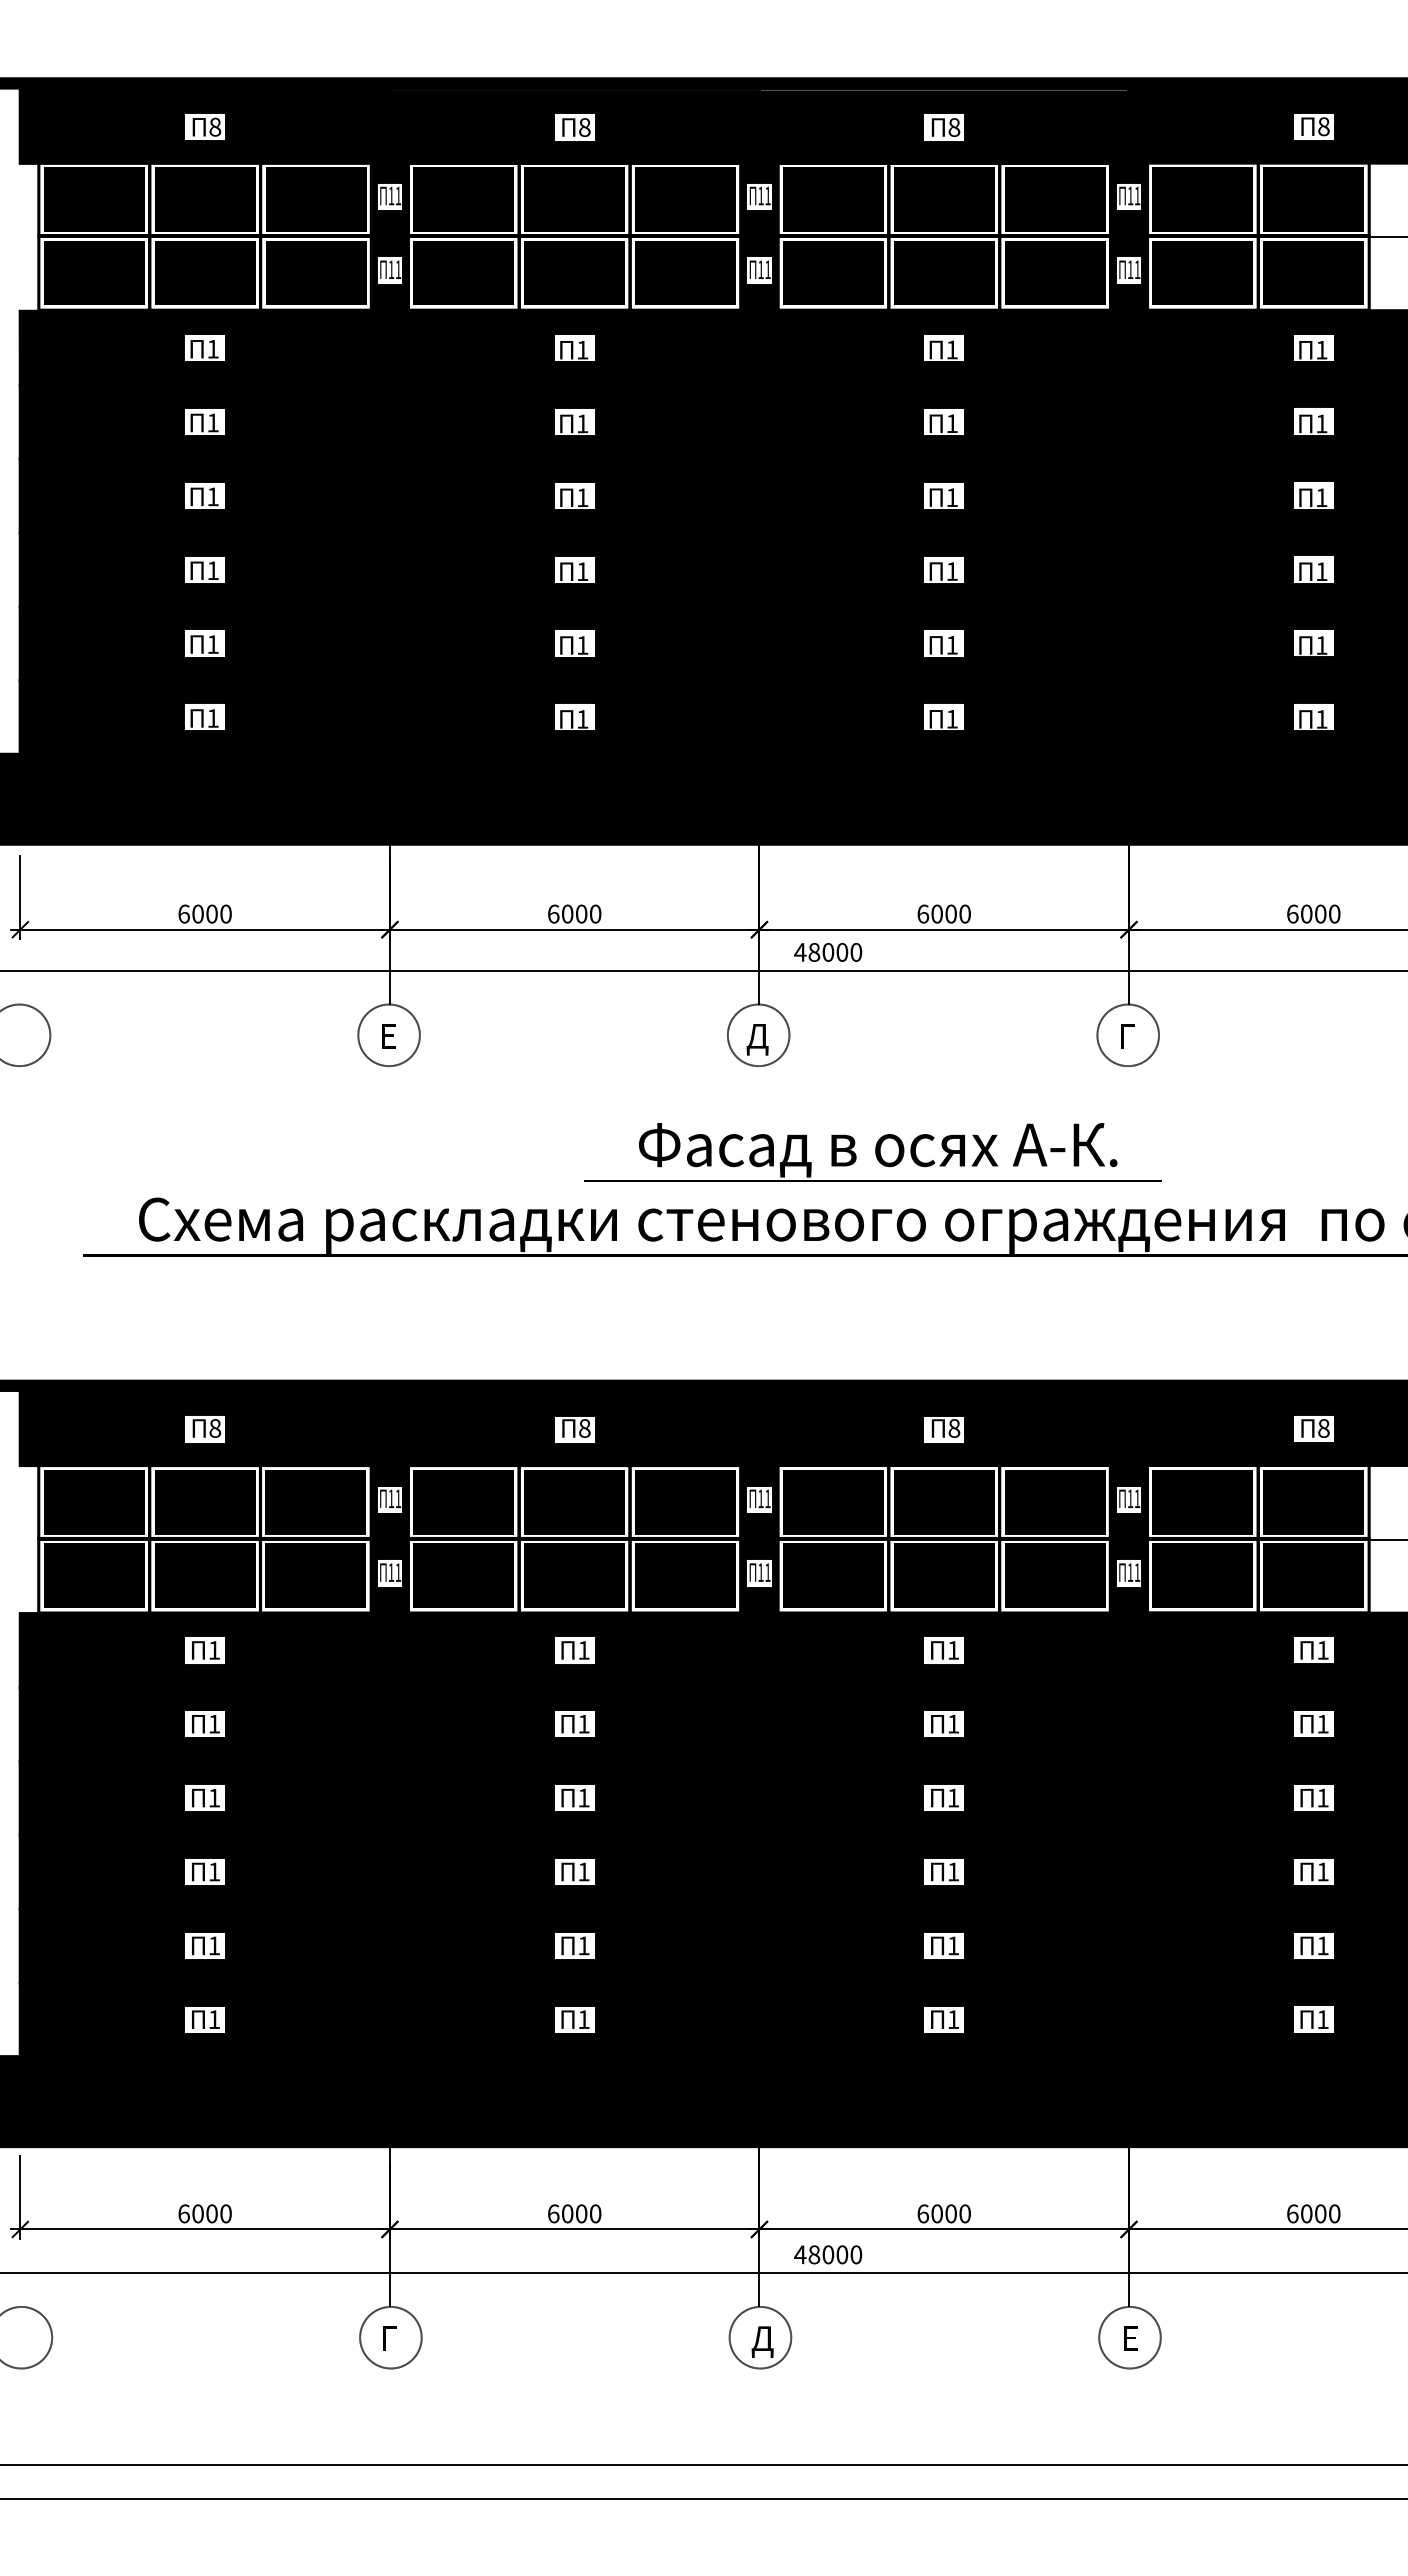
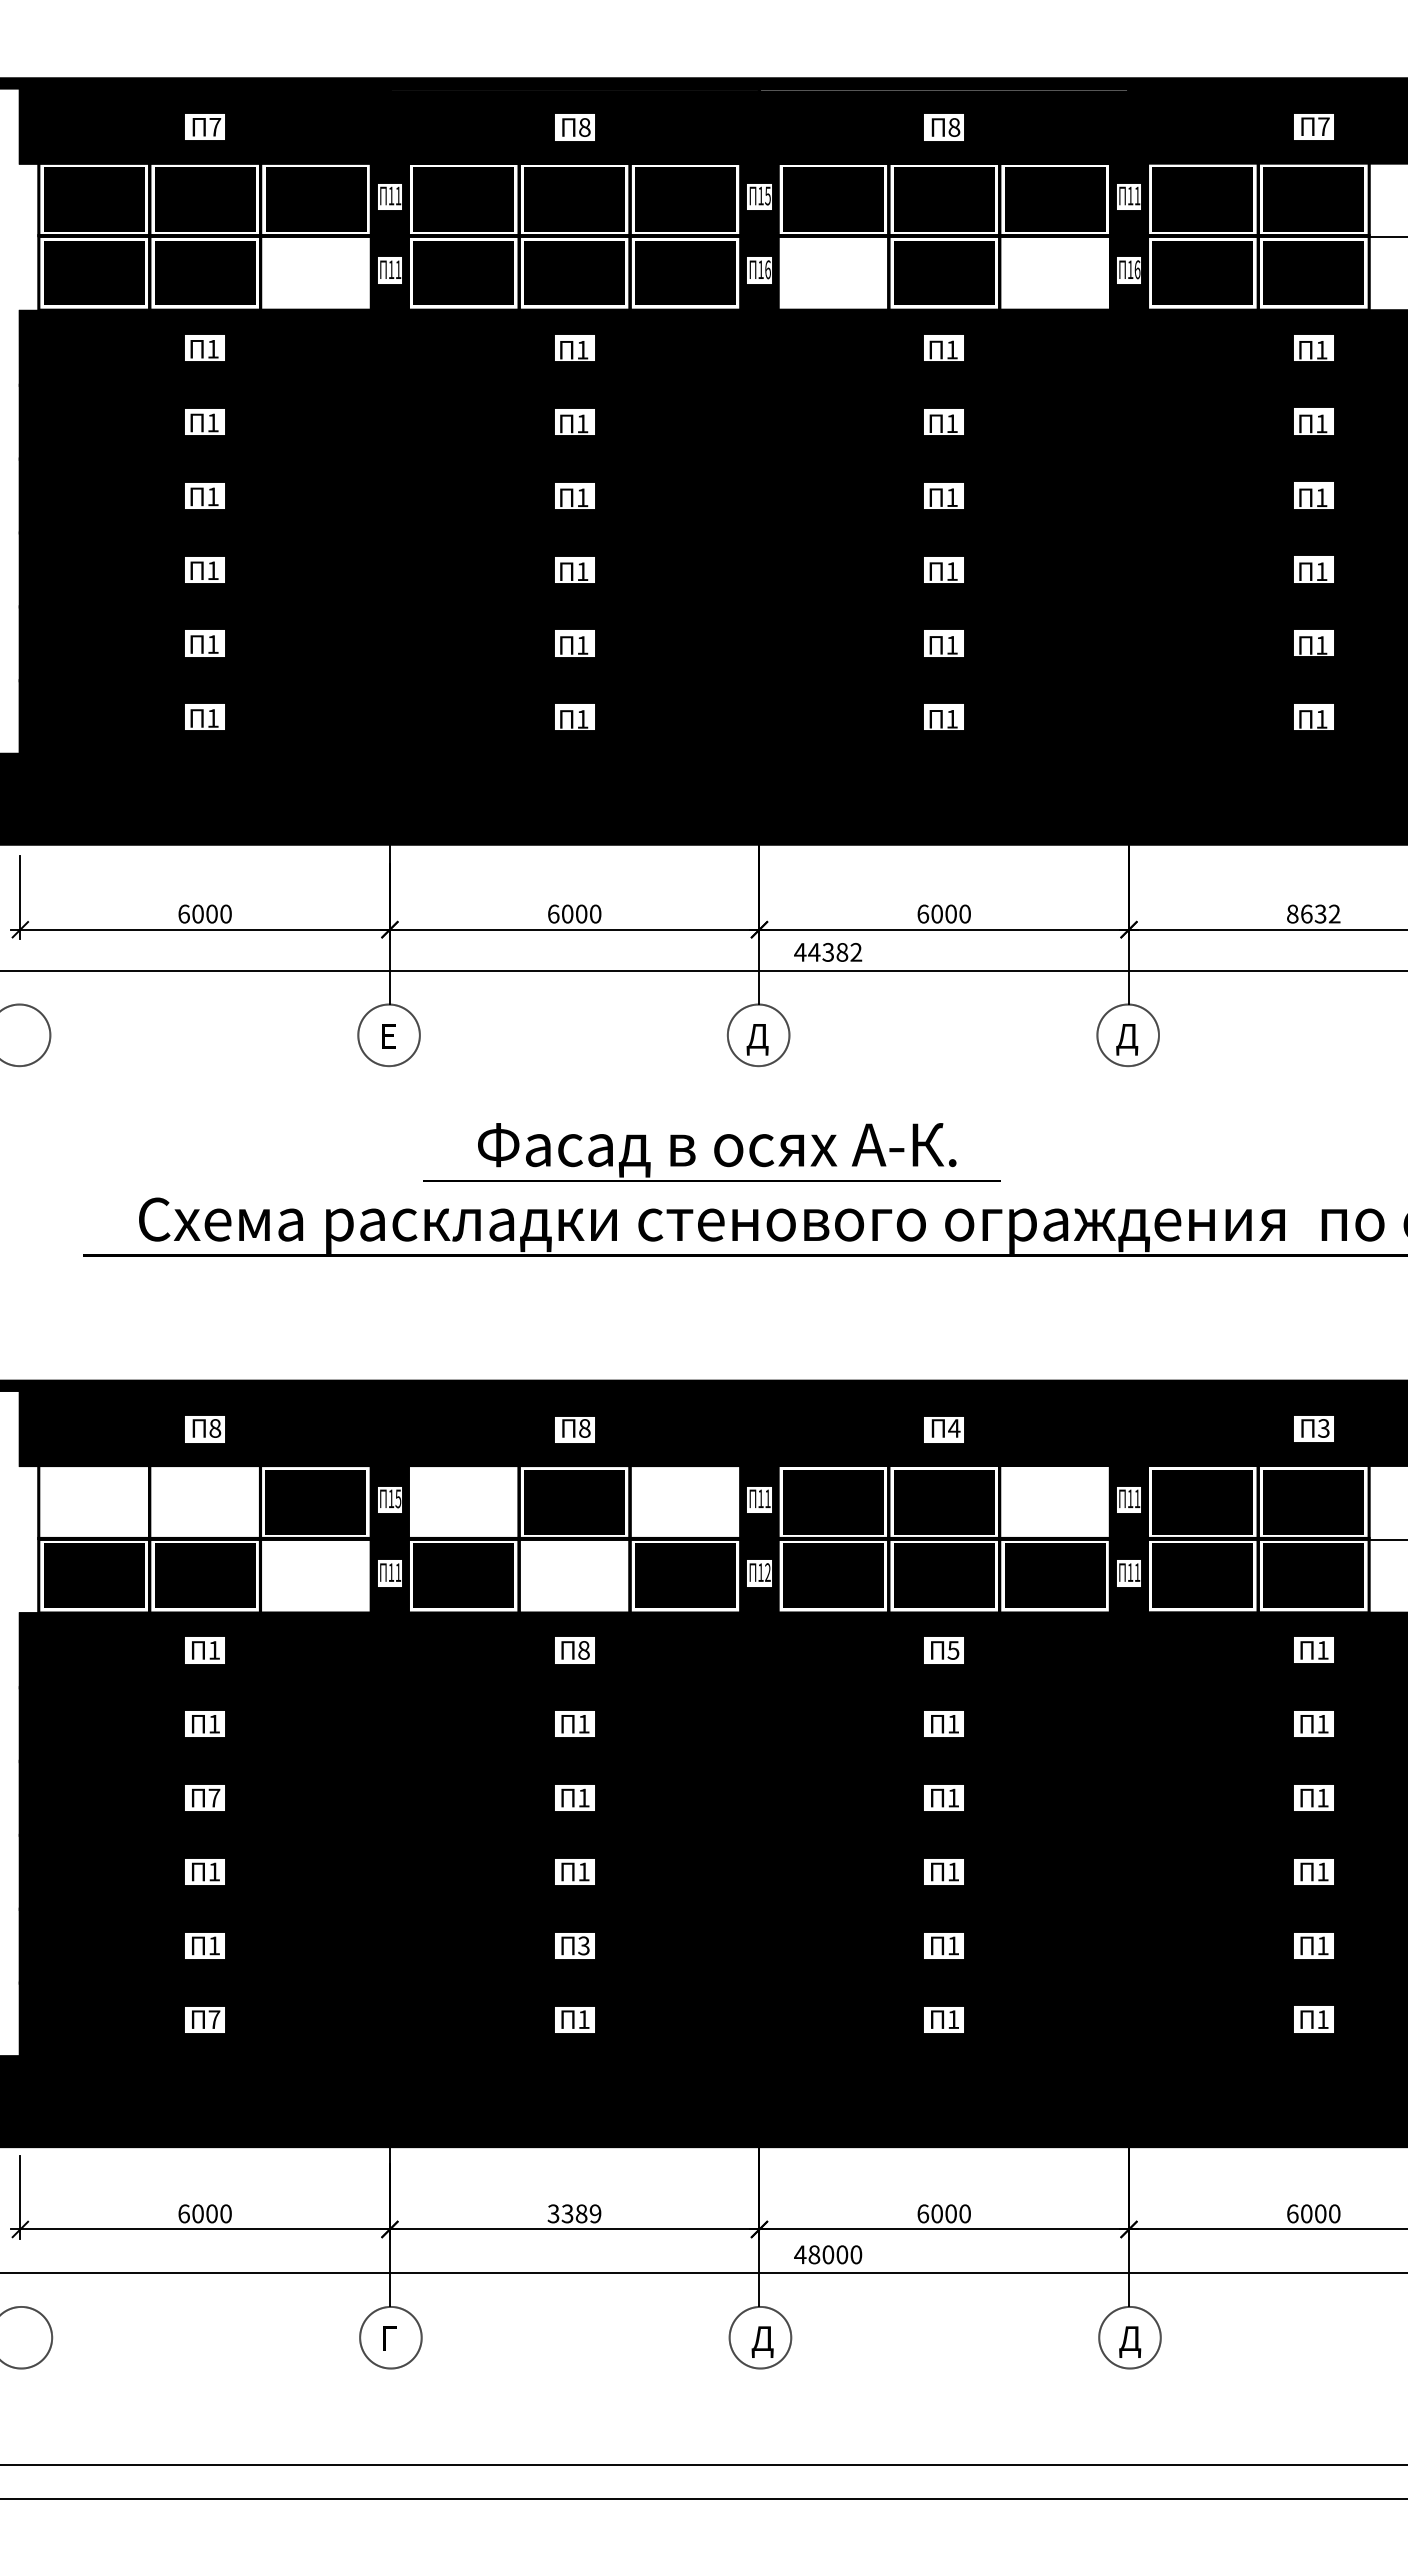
text at (215, 126): 8 -> 7
text at (1323, 126): 8 -> 7
text at (767, 195): 11 -> 15
text at (767, 269): 11 -> 16
text at (1137, 269): 11 -> 16
fill at (315, 272): present -> none
fill at (832, 272): present -> none
fill at (1054, 272): present -> none
text at (1313, 913): 6000 -> 8632
text at (835, 952): 48000 -> 44382
text at (1127, 1039): Г -> Д
text at (872, 1152) position: (872, 1152) -> (711, 1152)
text at (954, 1428): 8 -> 4
text at (1323, 1428): 8 -> 3
text at (398, 1498): 11 -> 15
fill at (93, 1502): present -> none
fill at (204, 1502): present -> none
fill at (463, 1502): present -> none
fill at (684, 1502): present -> none
fill at (1054, 1502): present -> none
text at (767, 1572): 11 -> 12
fill at (315, 1575): present -> none
fill at (574, 1575): present -> none
text at (583, 1650): 1 -> 8
text at (953, 1650): 1 -> 5
text at (214, 1797): 1 -> 7
text at (583, 1945): 1 -> 3
text at (214, 2019): 1 -> 7
text at (574, 2213): 6000 -> 3389
text at (1130, 2341): Е -> Д
